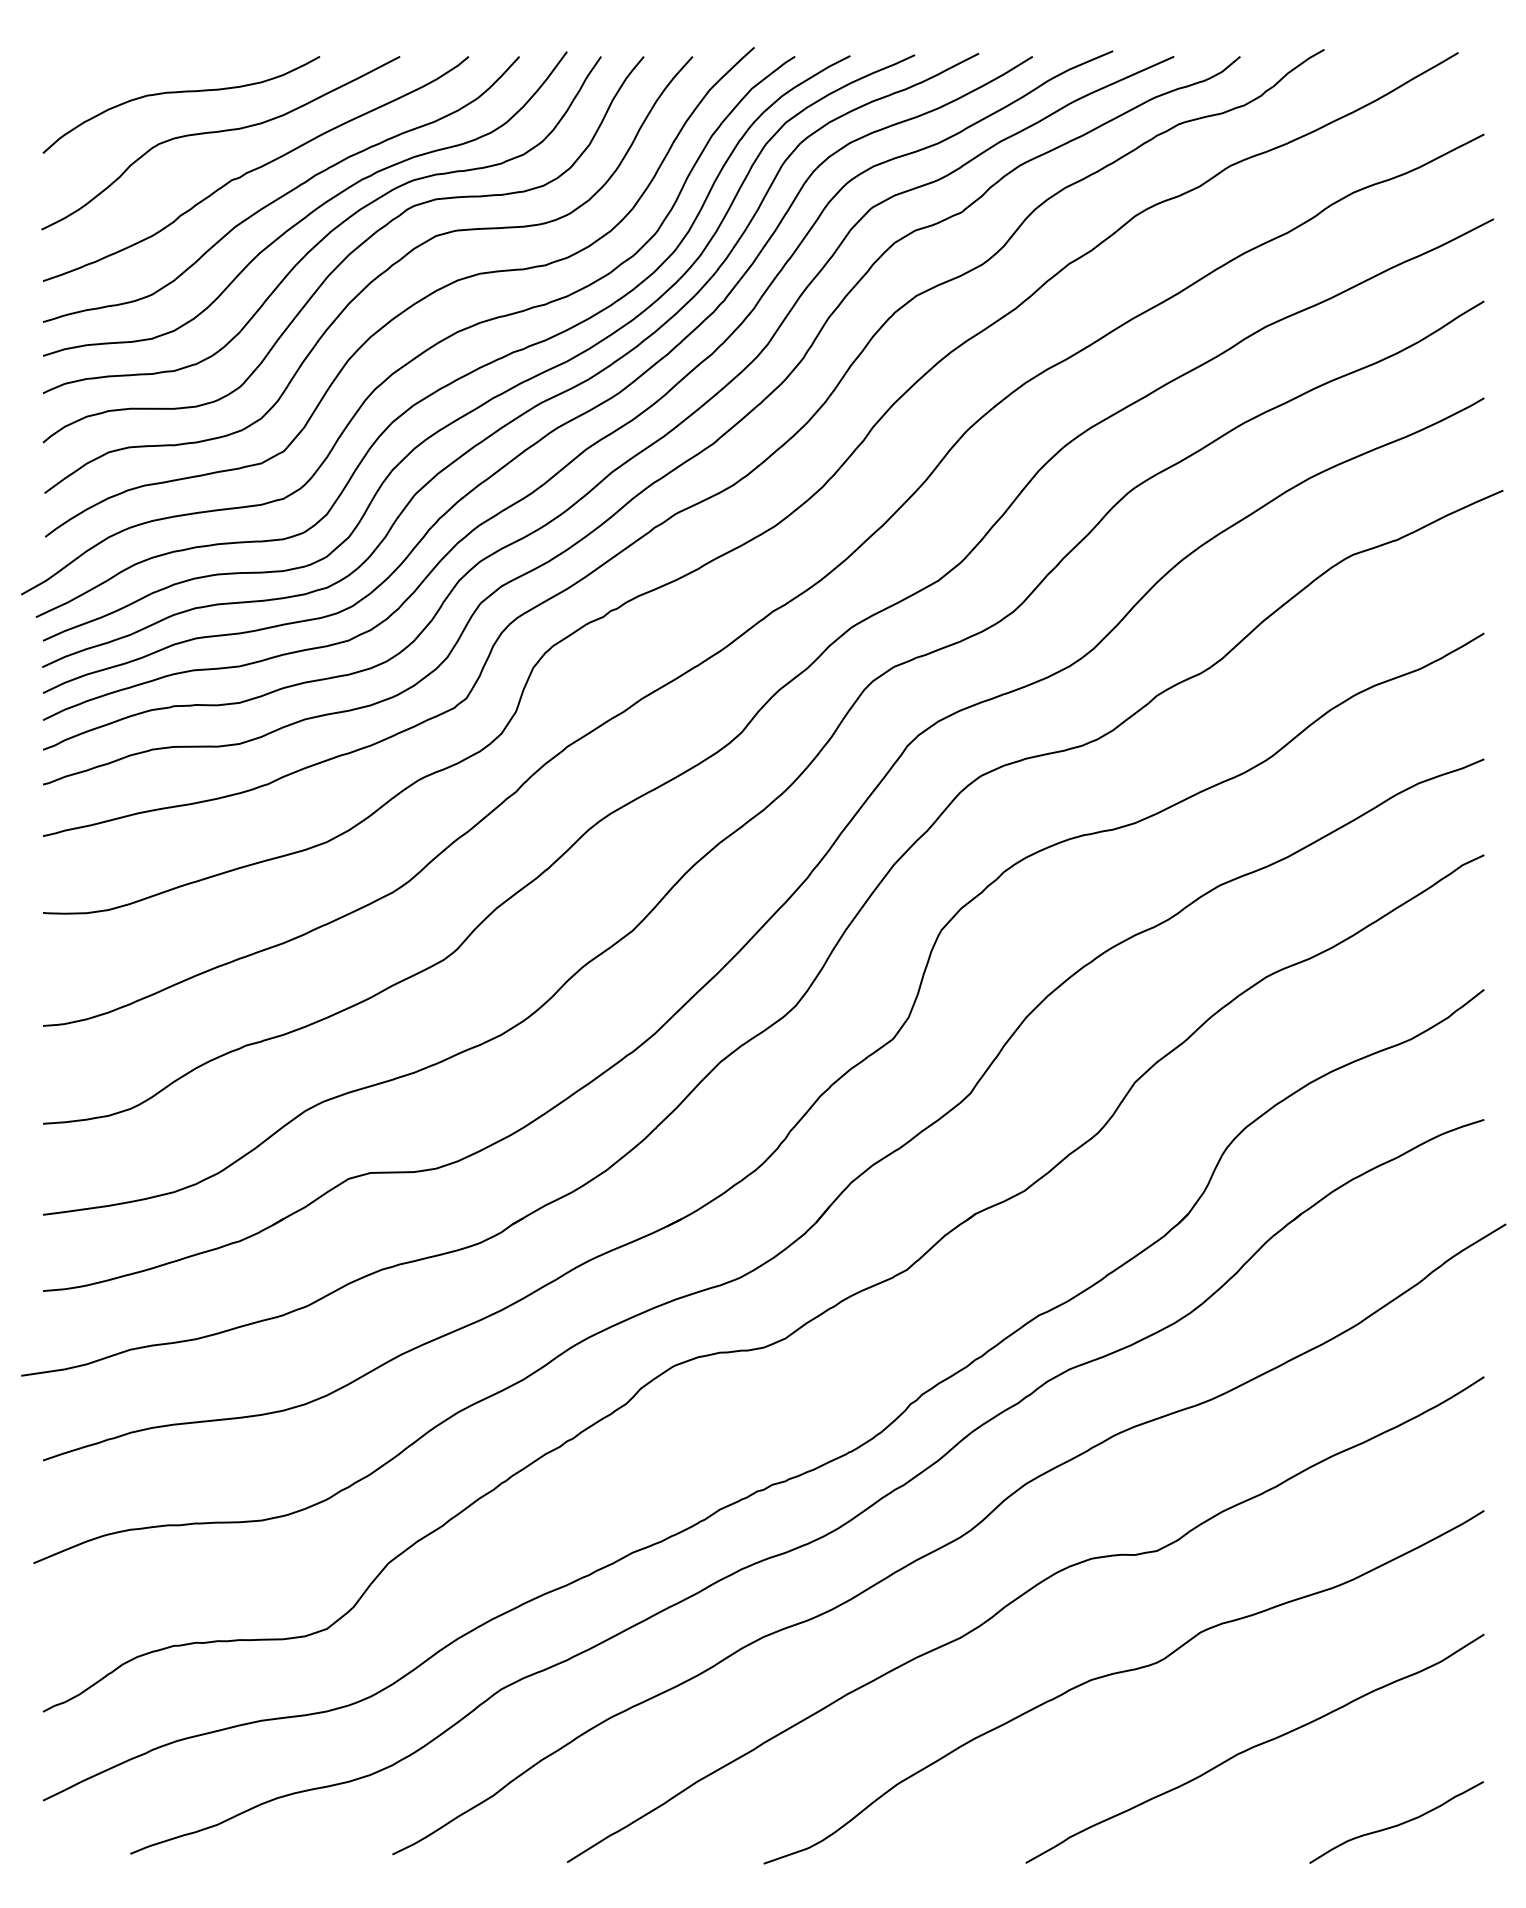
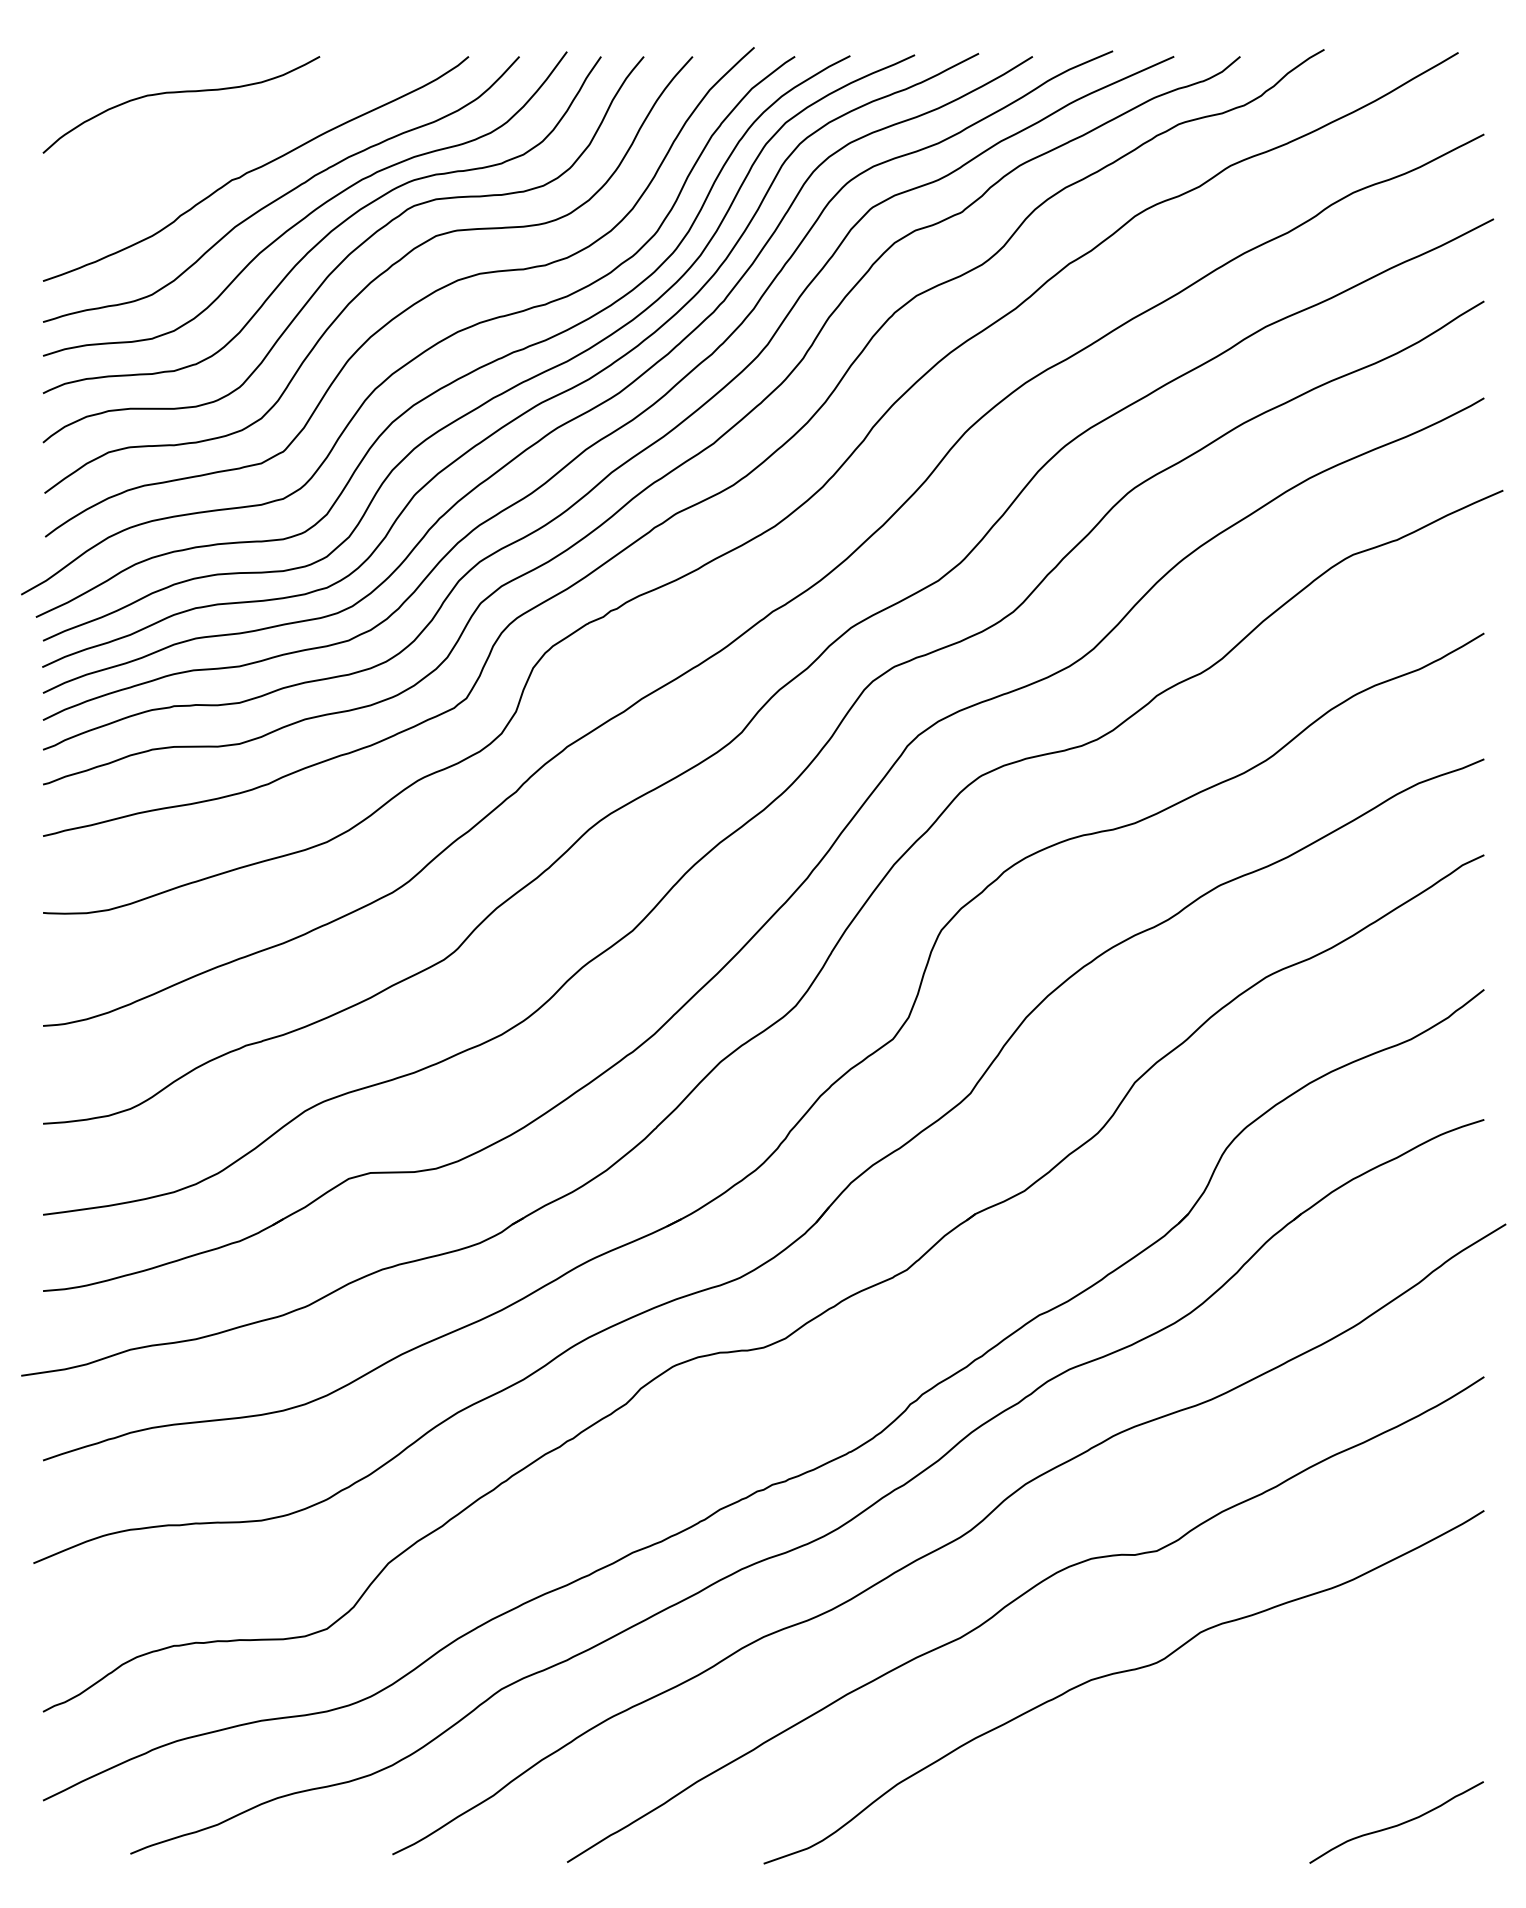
curve at (220, 132): present -> none
curve at (1254, 1747): present -> none
